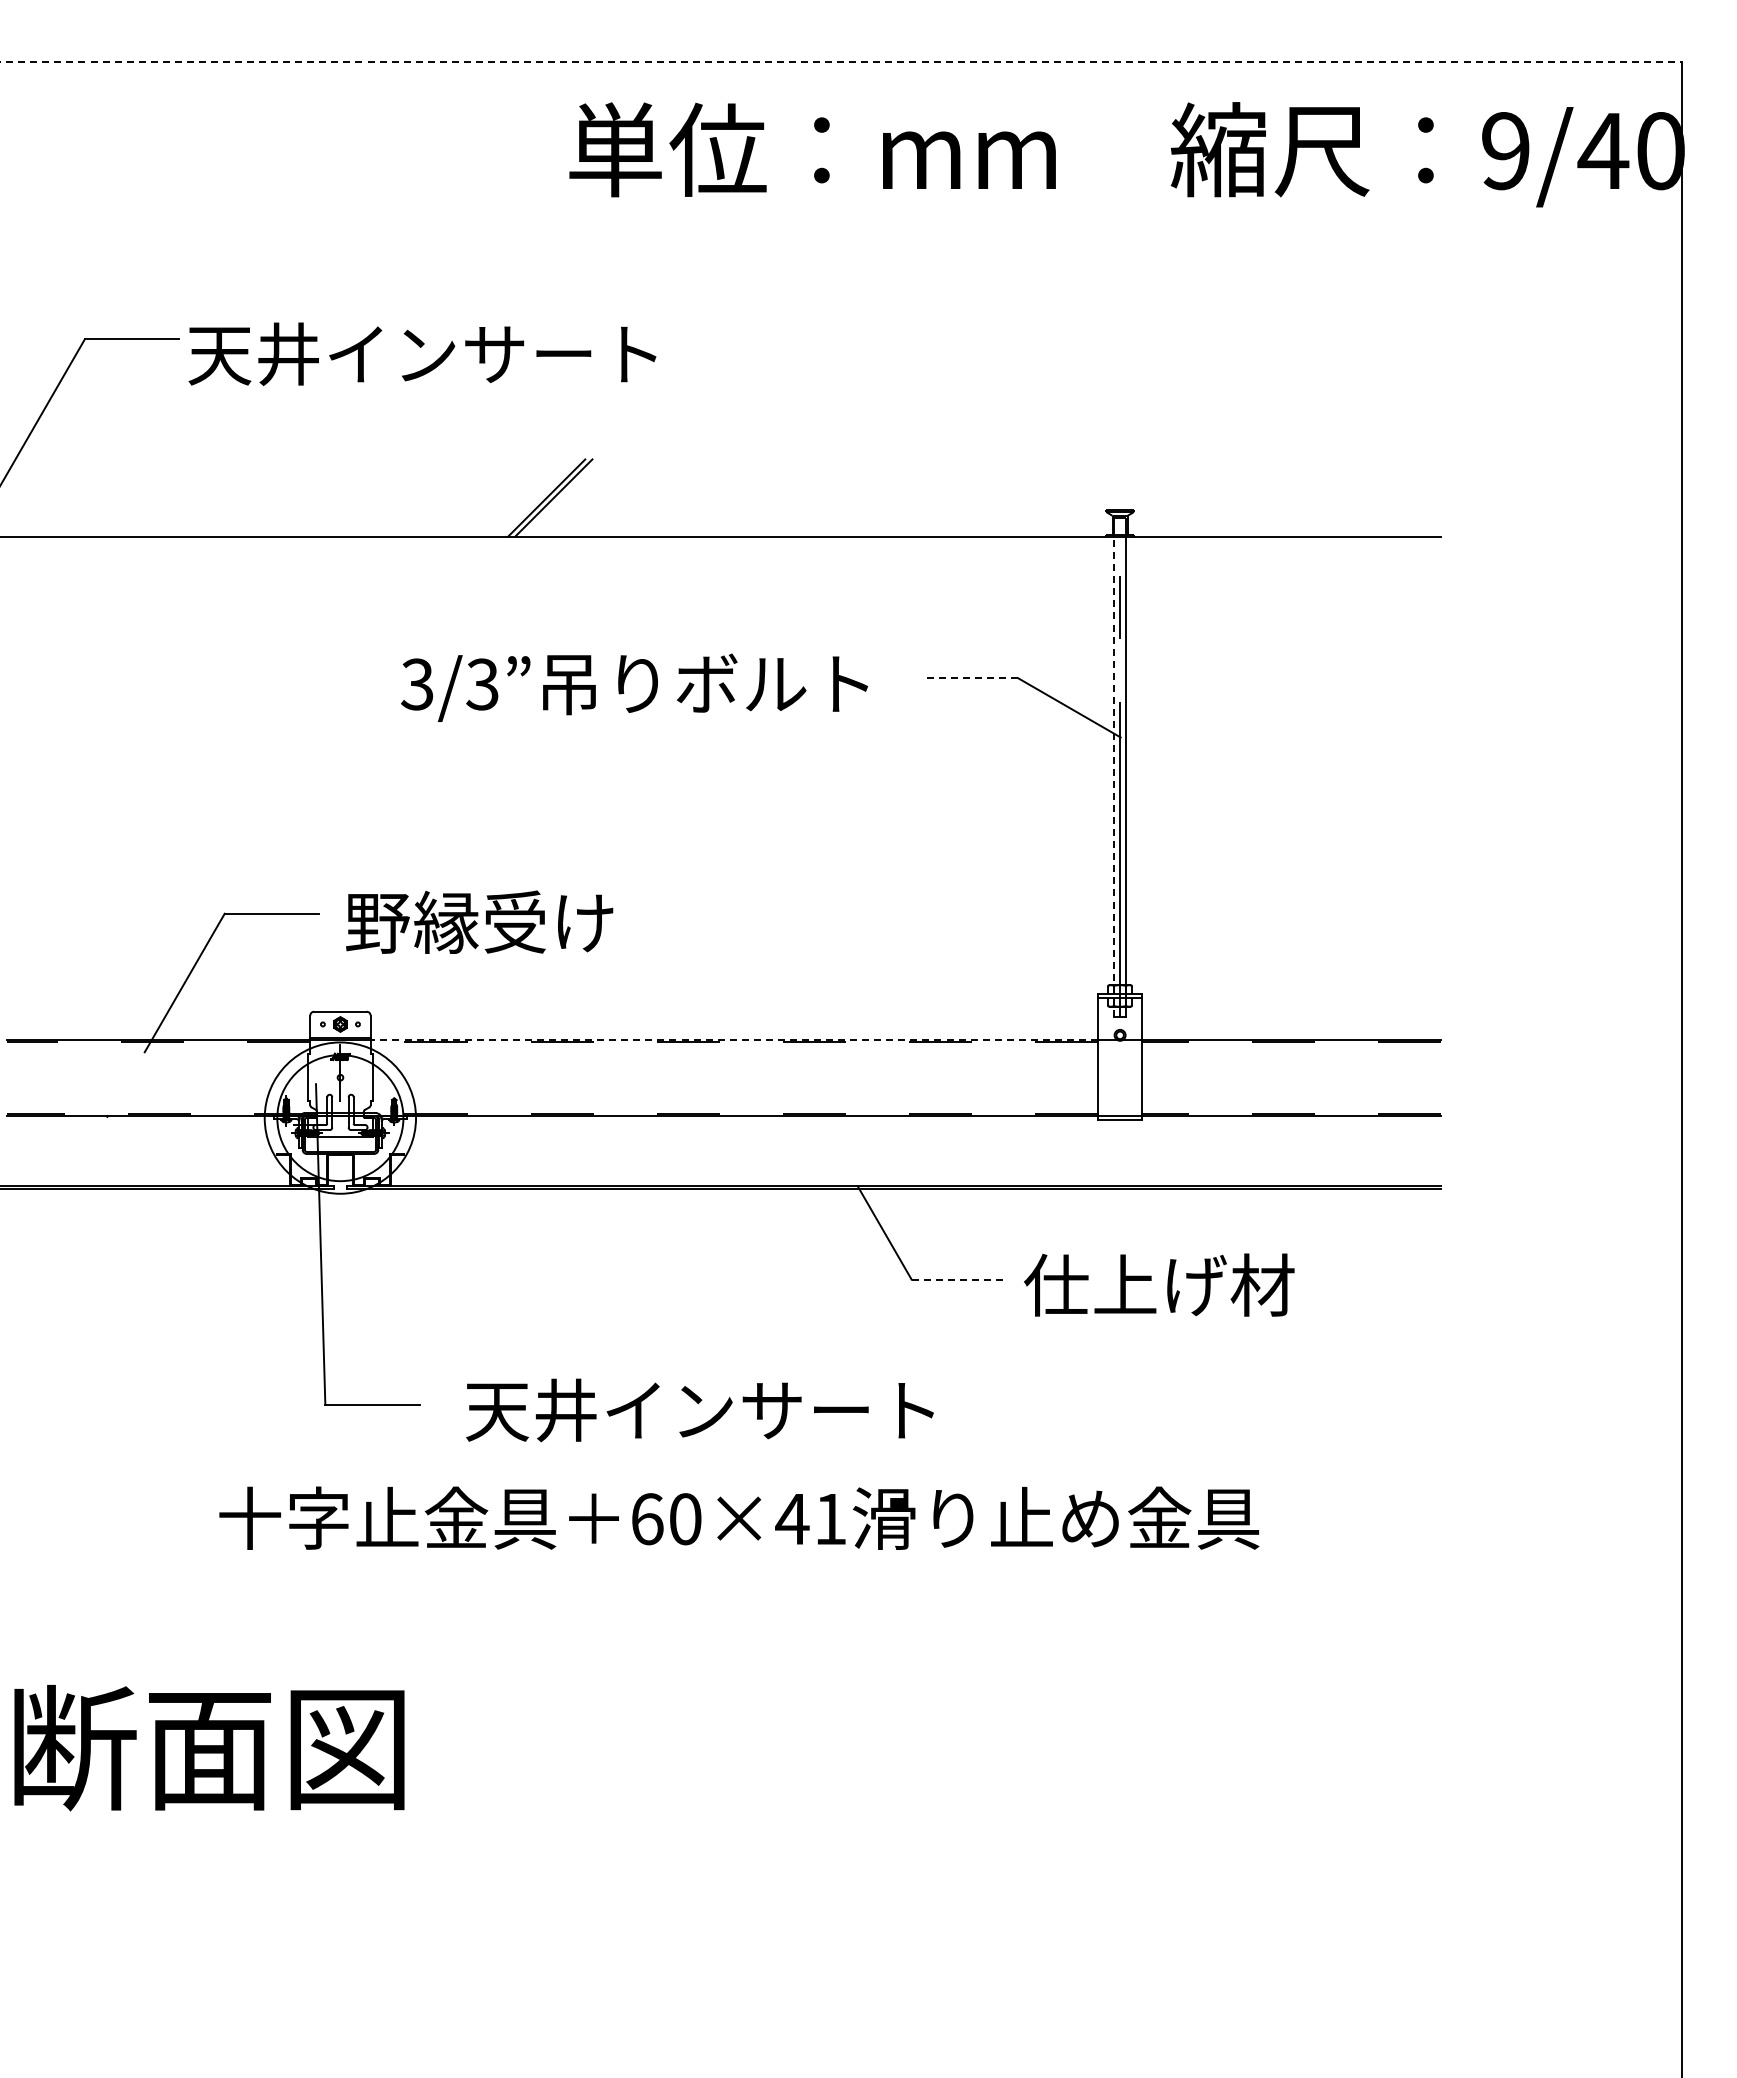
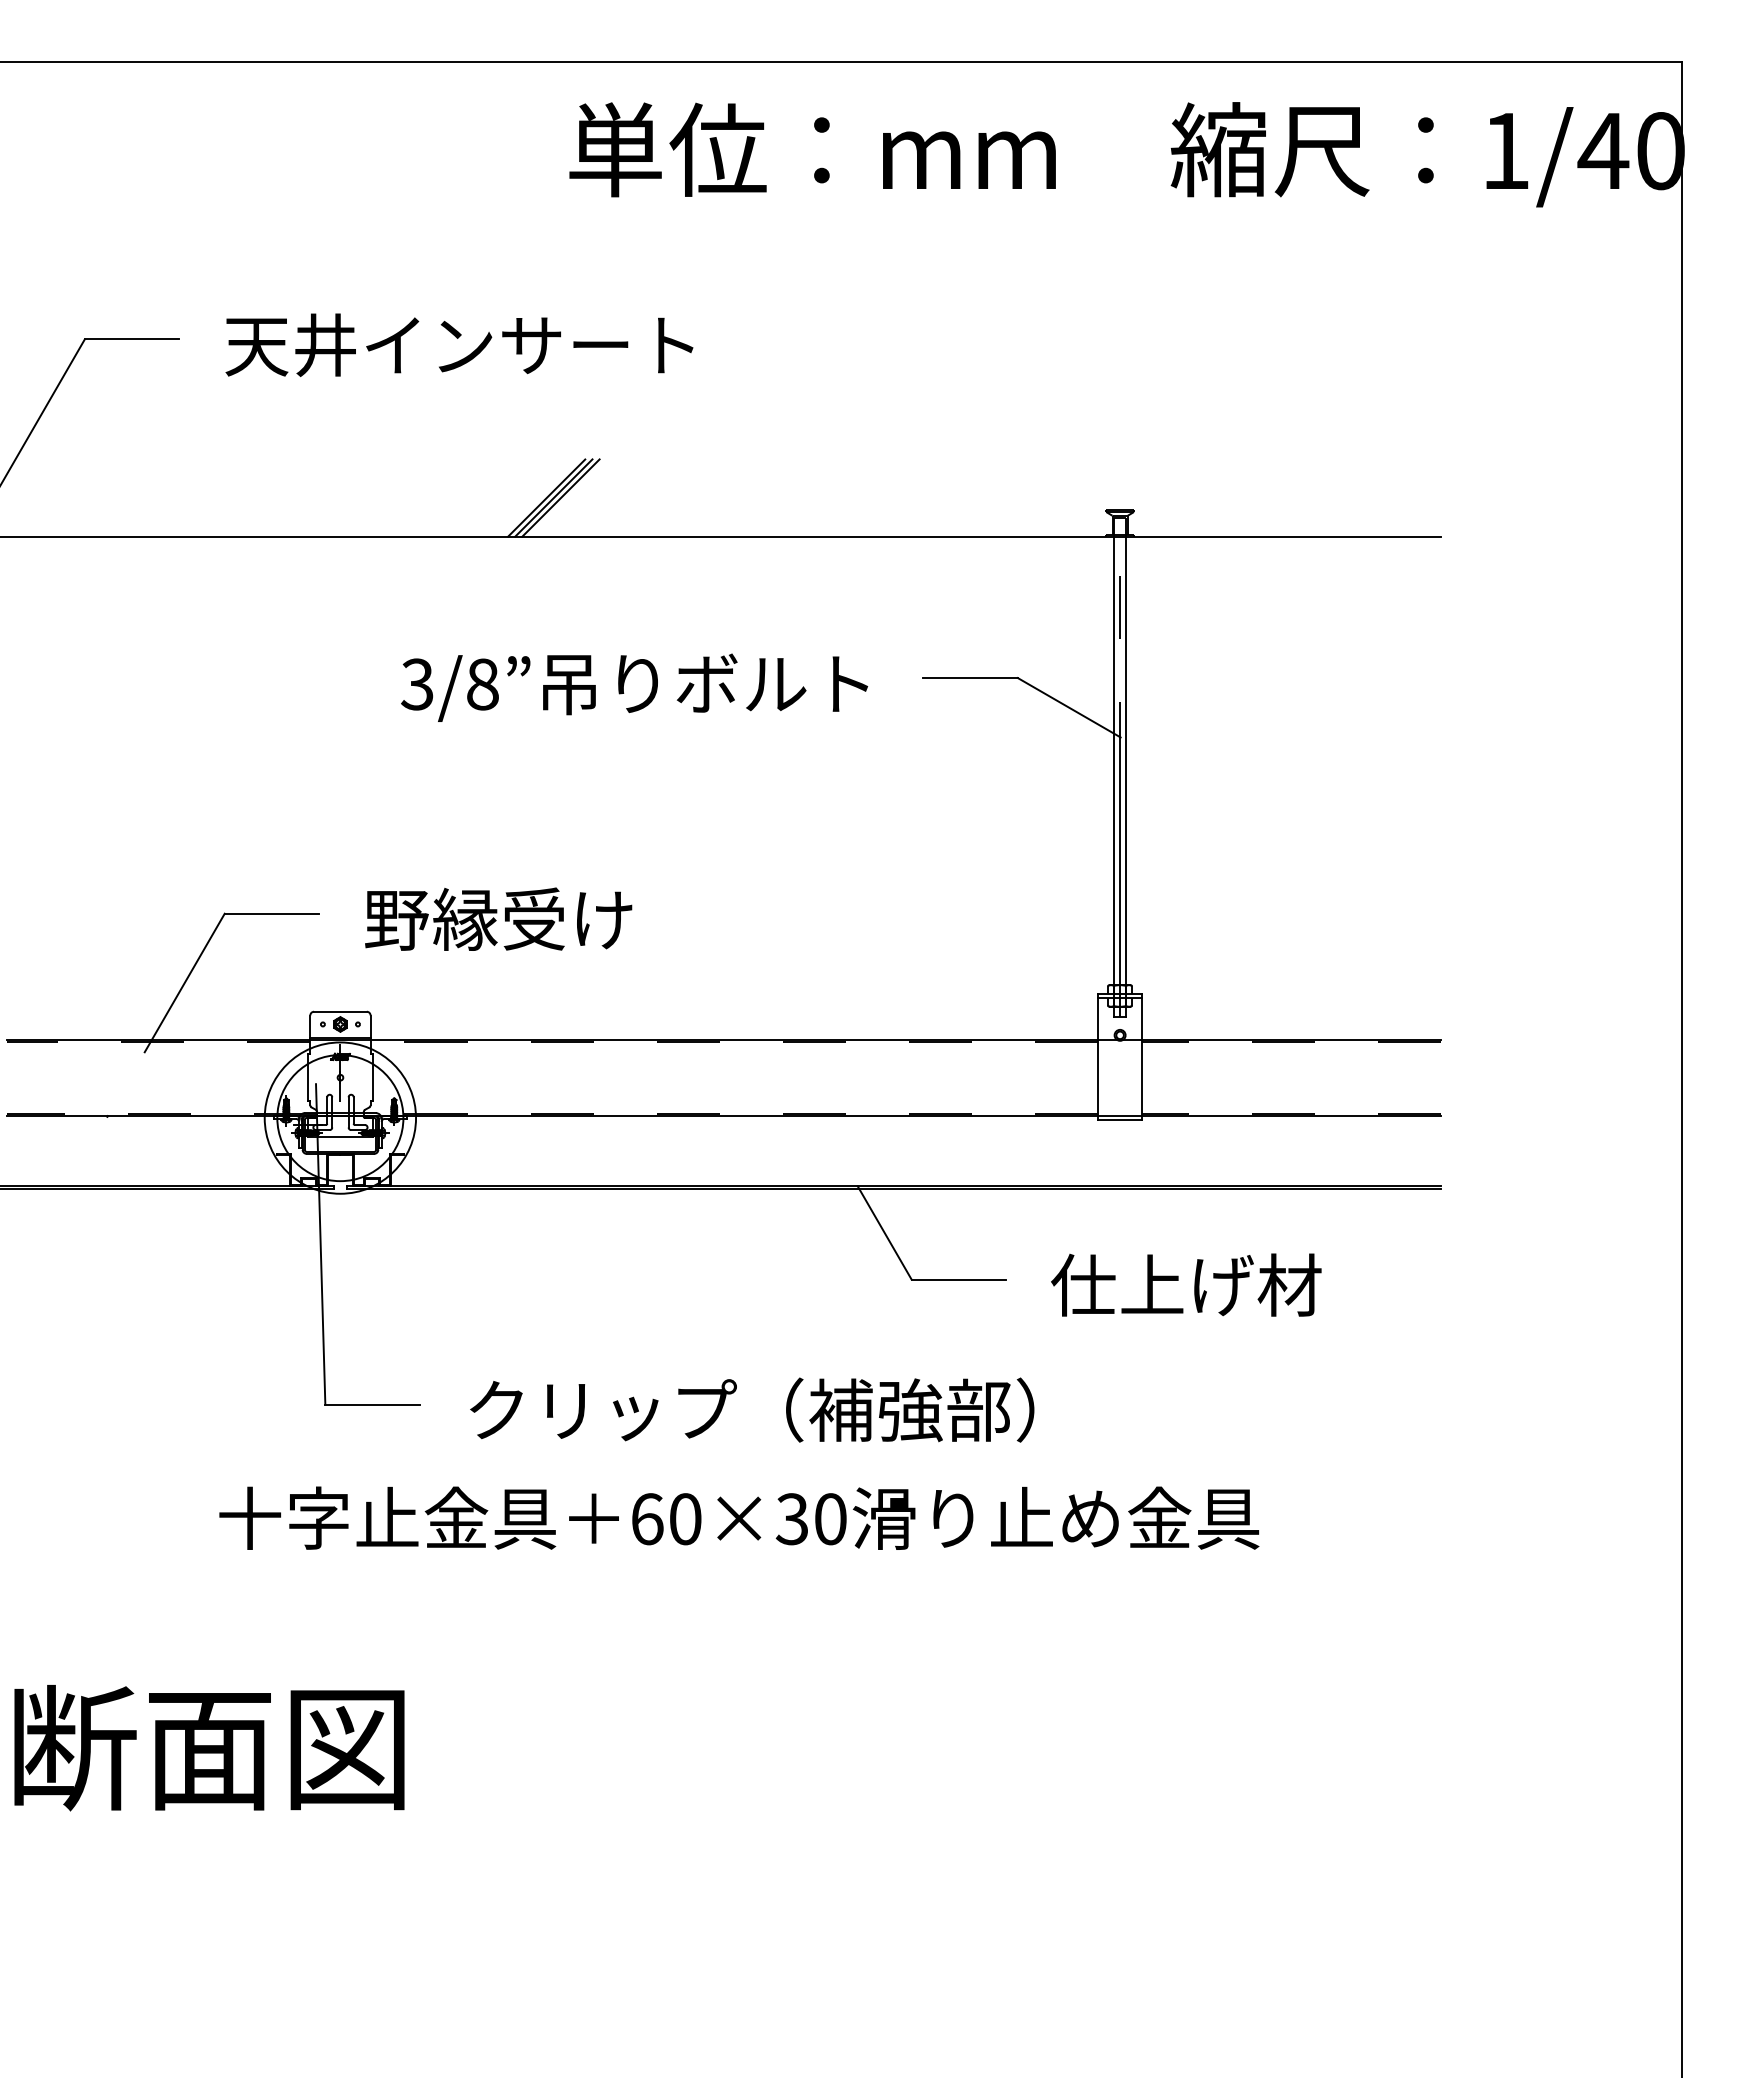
line at (841, 62): dashed -> solid
text at (1505, 151): 9/40 -> 1/40
text at (422, 353) position: (422, 353) -> (459, 344)
line at (560, 497): none -> present
line at (970, 678): dashed -> solid
text at (482, 684): 3/3 -> 3/8
line at (1114, 776): dashed -> solid
text at (479, 921) position: (479, 921) -> (498, 918)
line at (734, 1040): dashed -> solid
line at (959, 1279): dashed -> solid
text at (1159, 1284) position: (1159, 1284) -> (1186, 1284)
text at (750, 1409): 天井インサート -> クリップ（補強部）
text at (810, 1519): 60×41 -> 60×30
